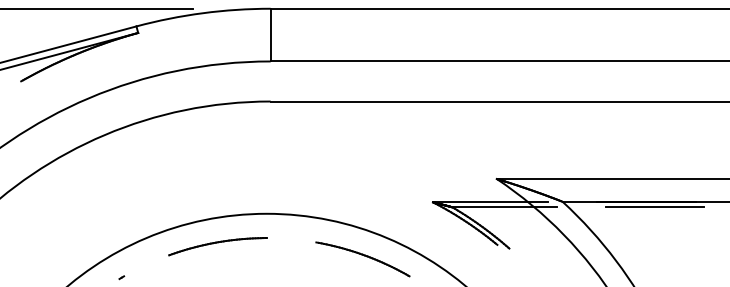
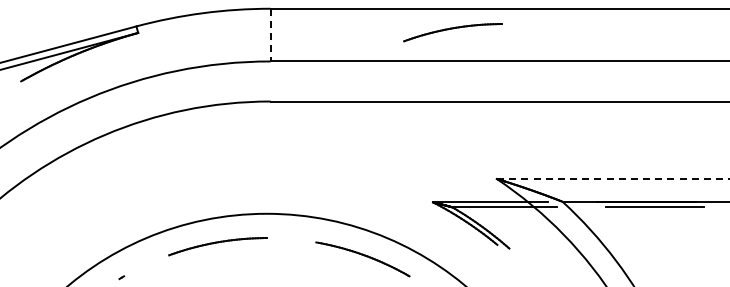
line at (97, 8): present -> none
part at (452, 32): none -> present
line at (270, 35): solid -> dashed
line at (612, 178): solid -> dashed
